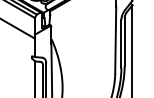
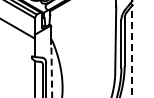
line at (132, 50): solid -> dashed
line at (51, 70): solid -> dashed
